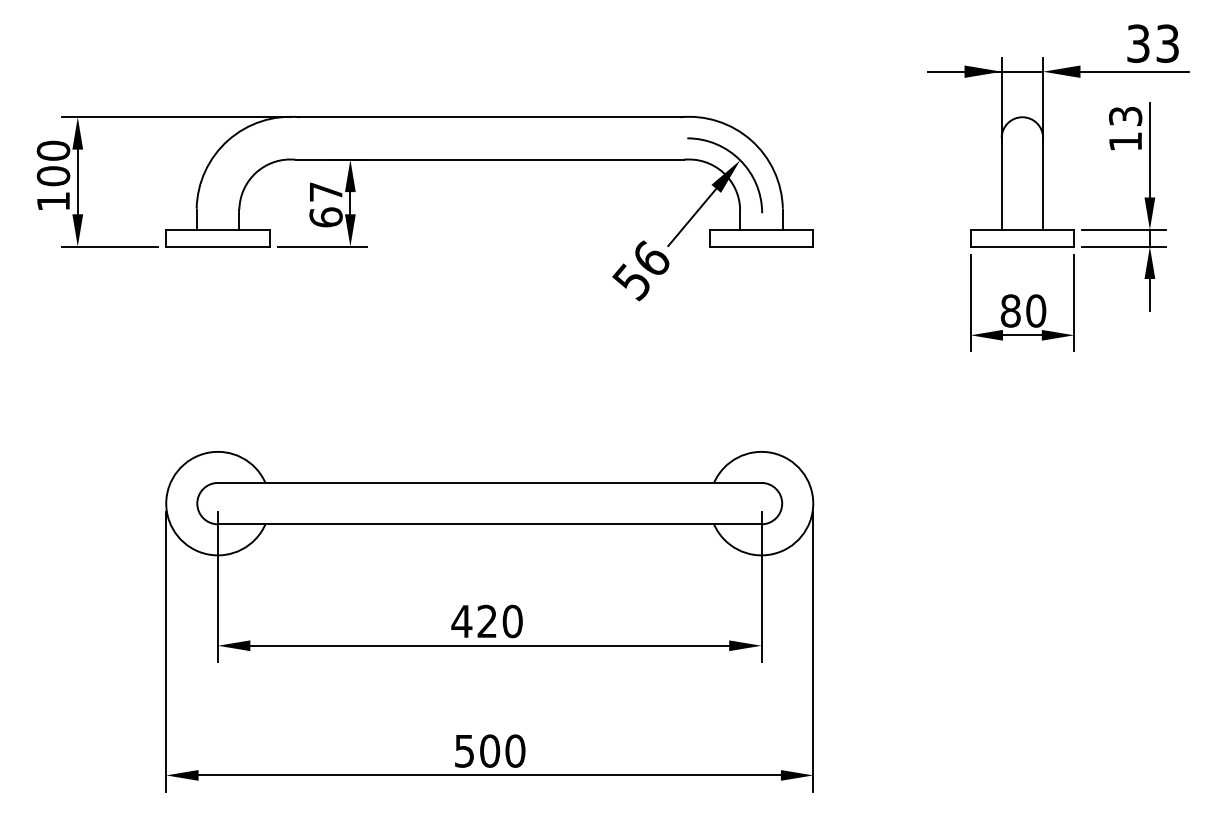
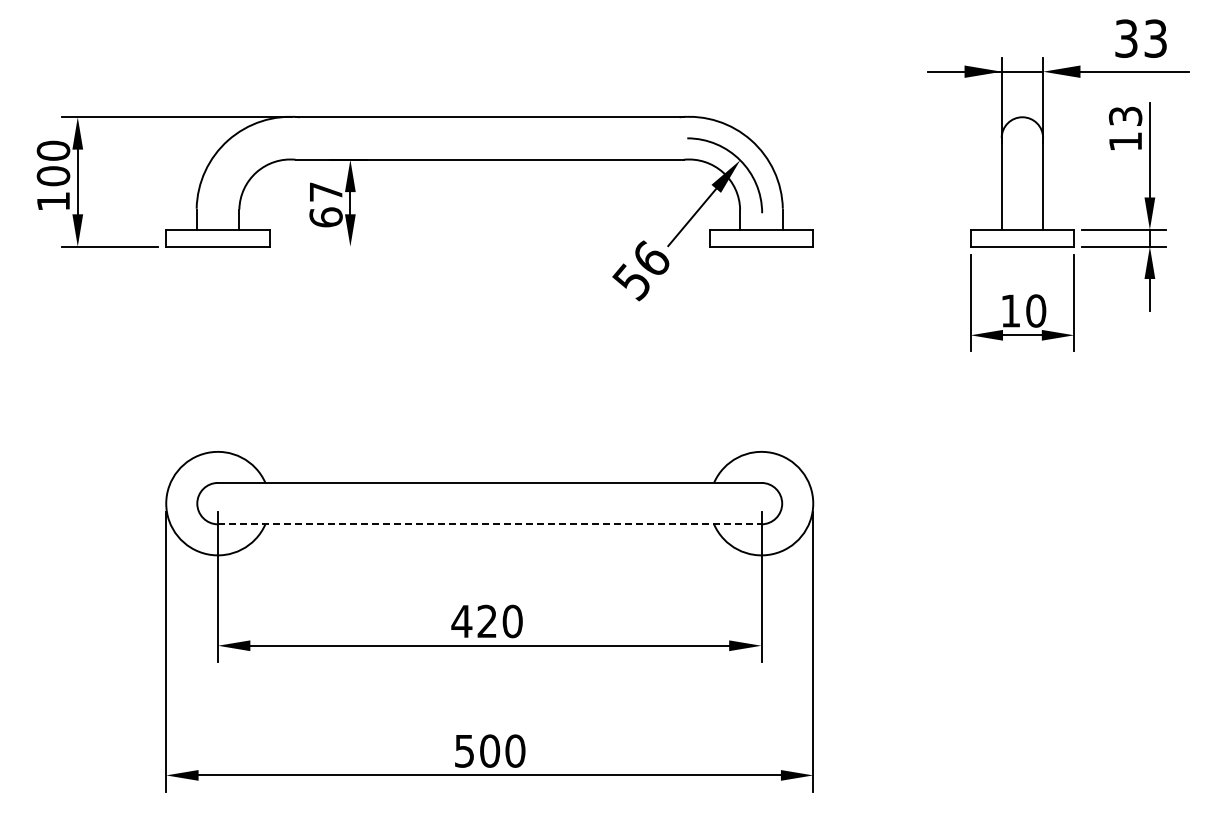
text at (1152, 43) position: (1152, 43) -> (1140, 38)
line at (321, 246): present -> none
text at (1010, 310): 80 -> 10
line at (489, 524): solid -> dashed
